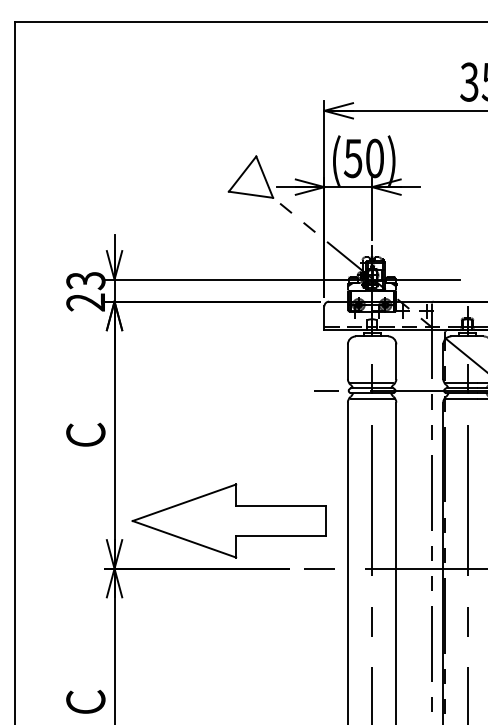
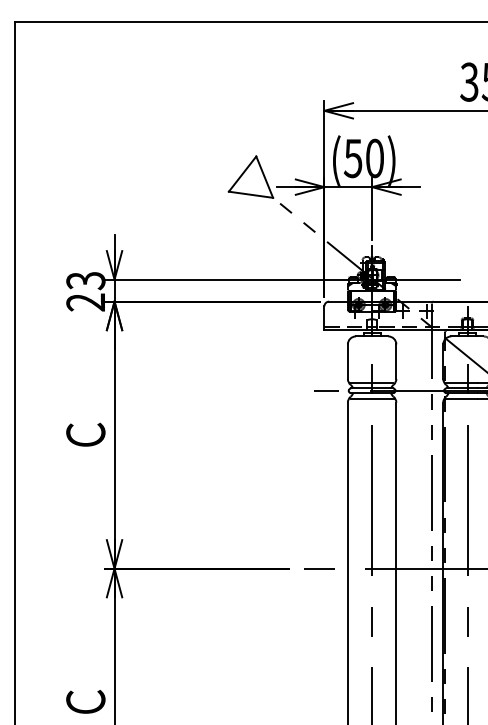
part at (228, 520): present -> none
